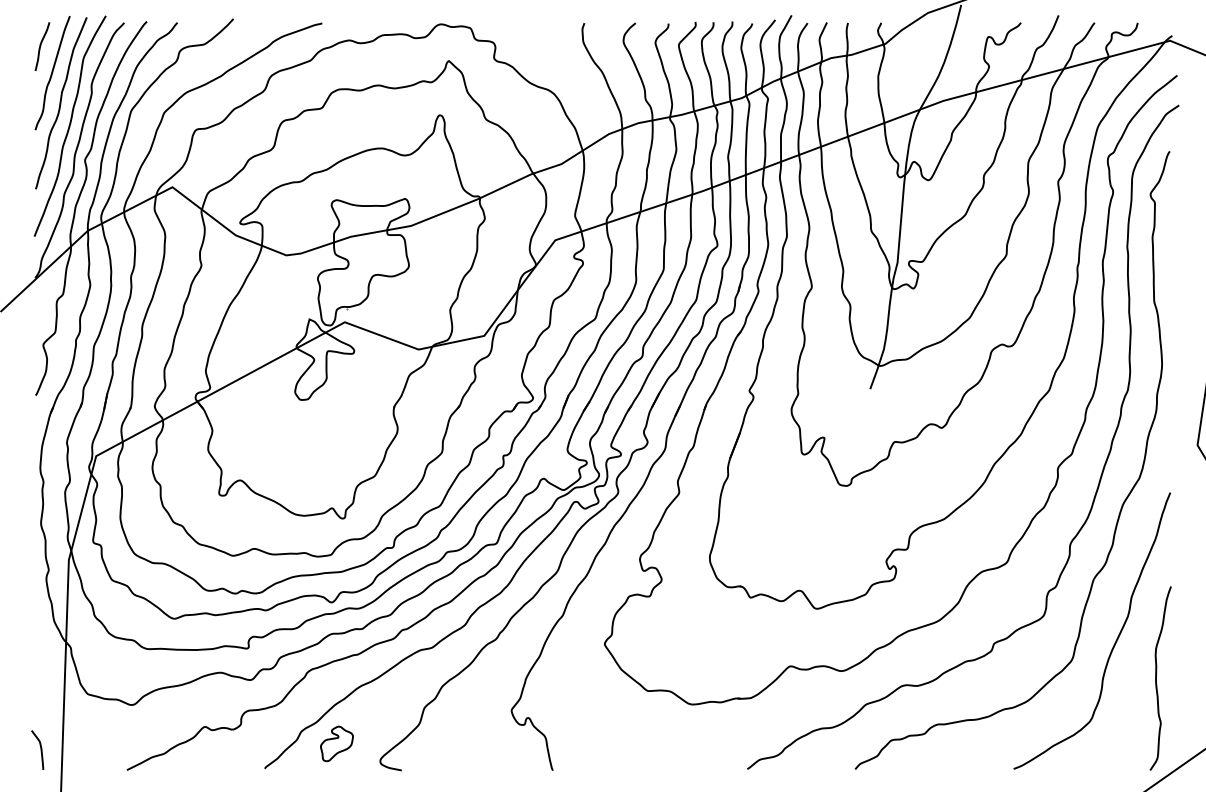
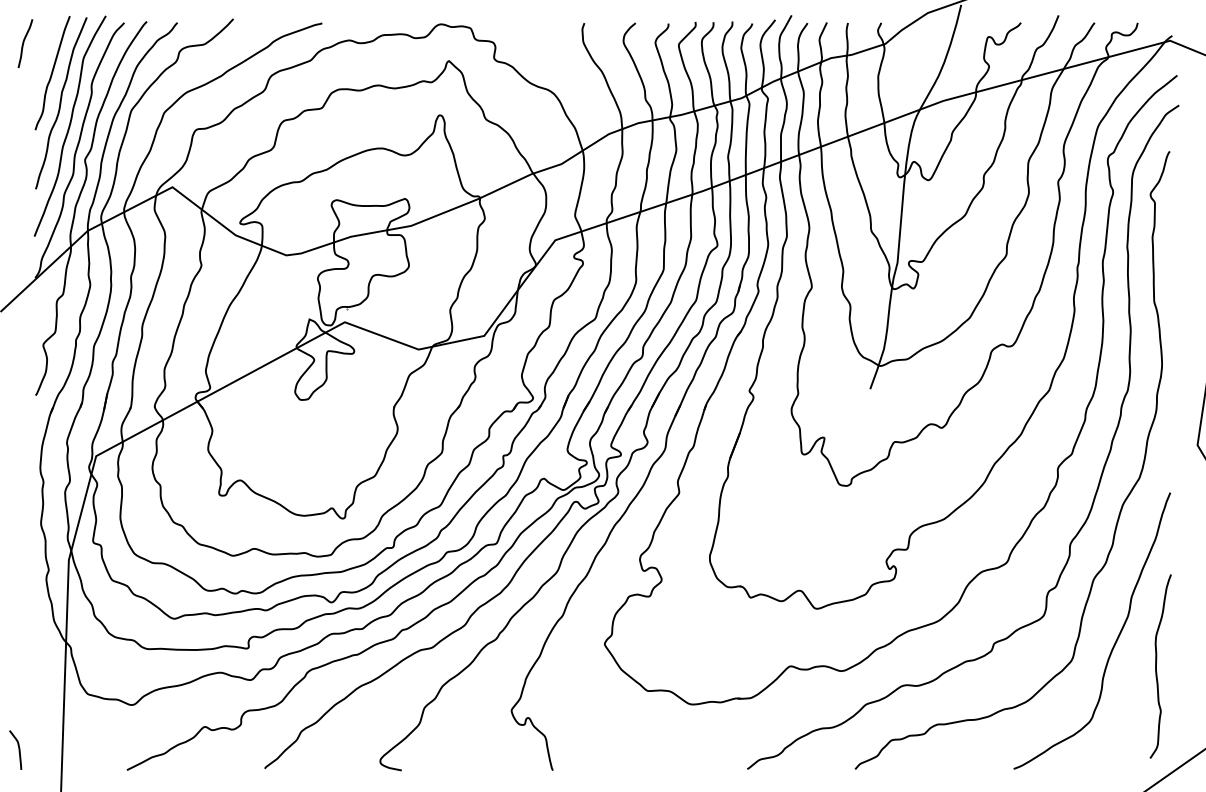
curve at (41, 46) position: (41, 46) -> (24, 43)
curve at (1156, 678) position: (1156, 678) -> (1156, 666)
part at (336, 743): present -> none
curve at (40, 749) position: (40, 749) -> (18, 749)
